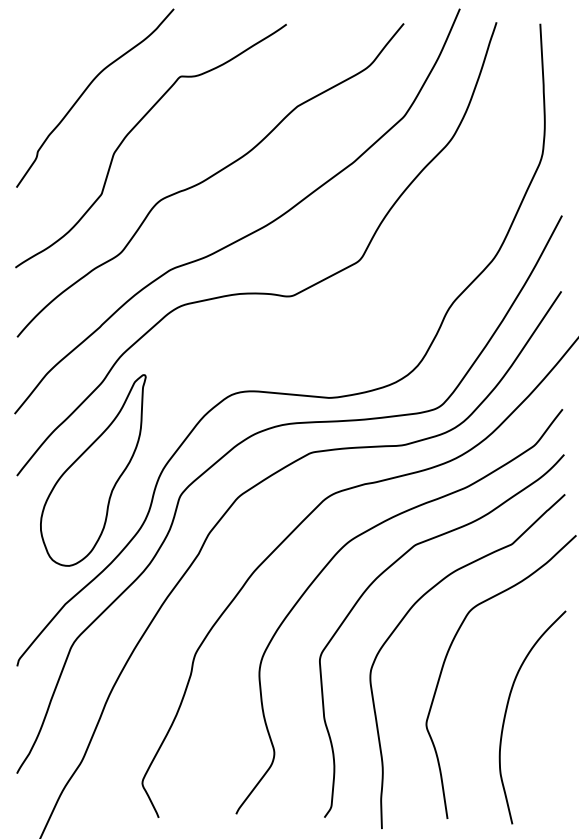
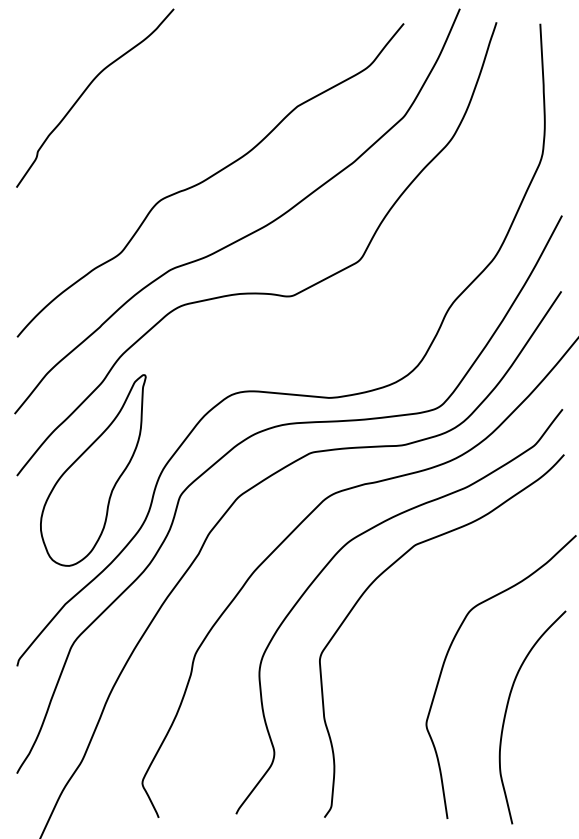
curve at (134, 128): present -> none
curve at (405, 617): present -> none
